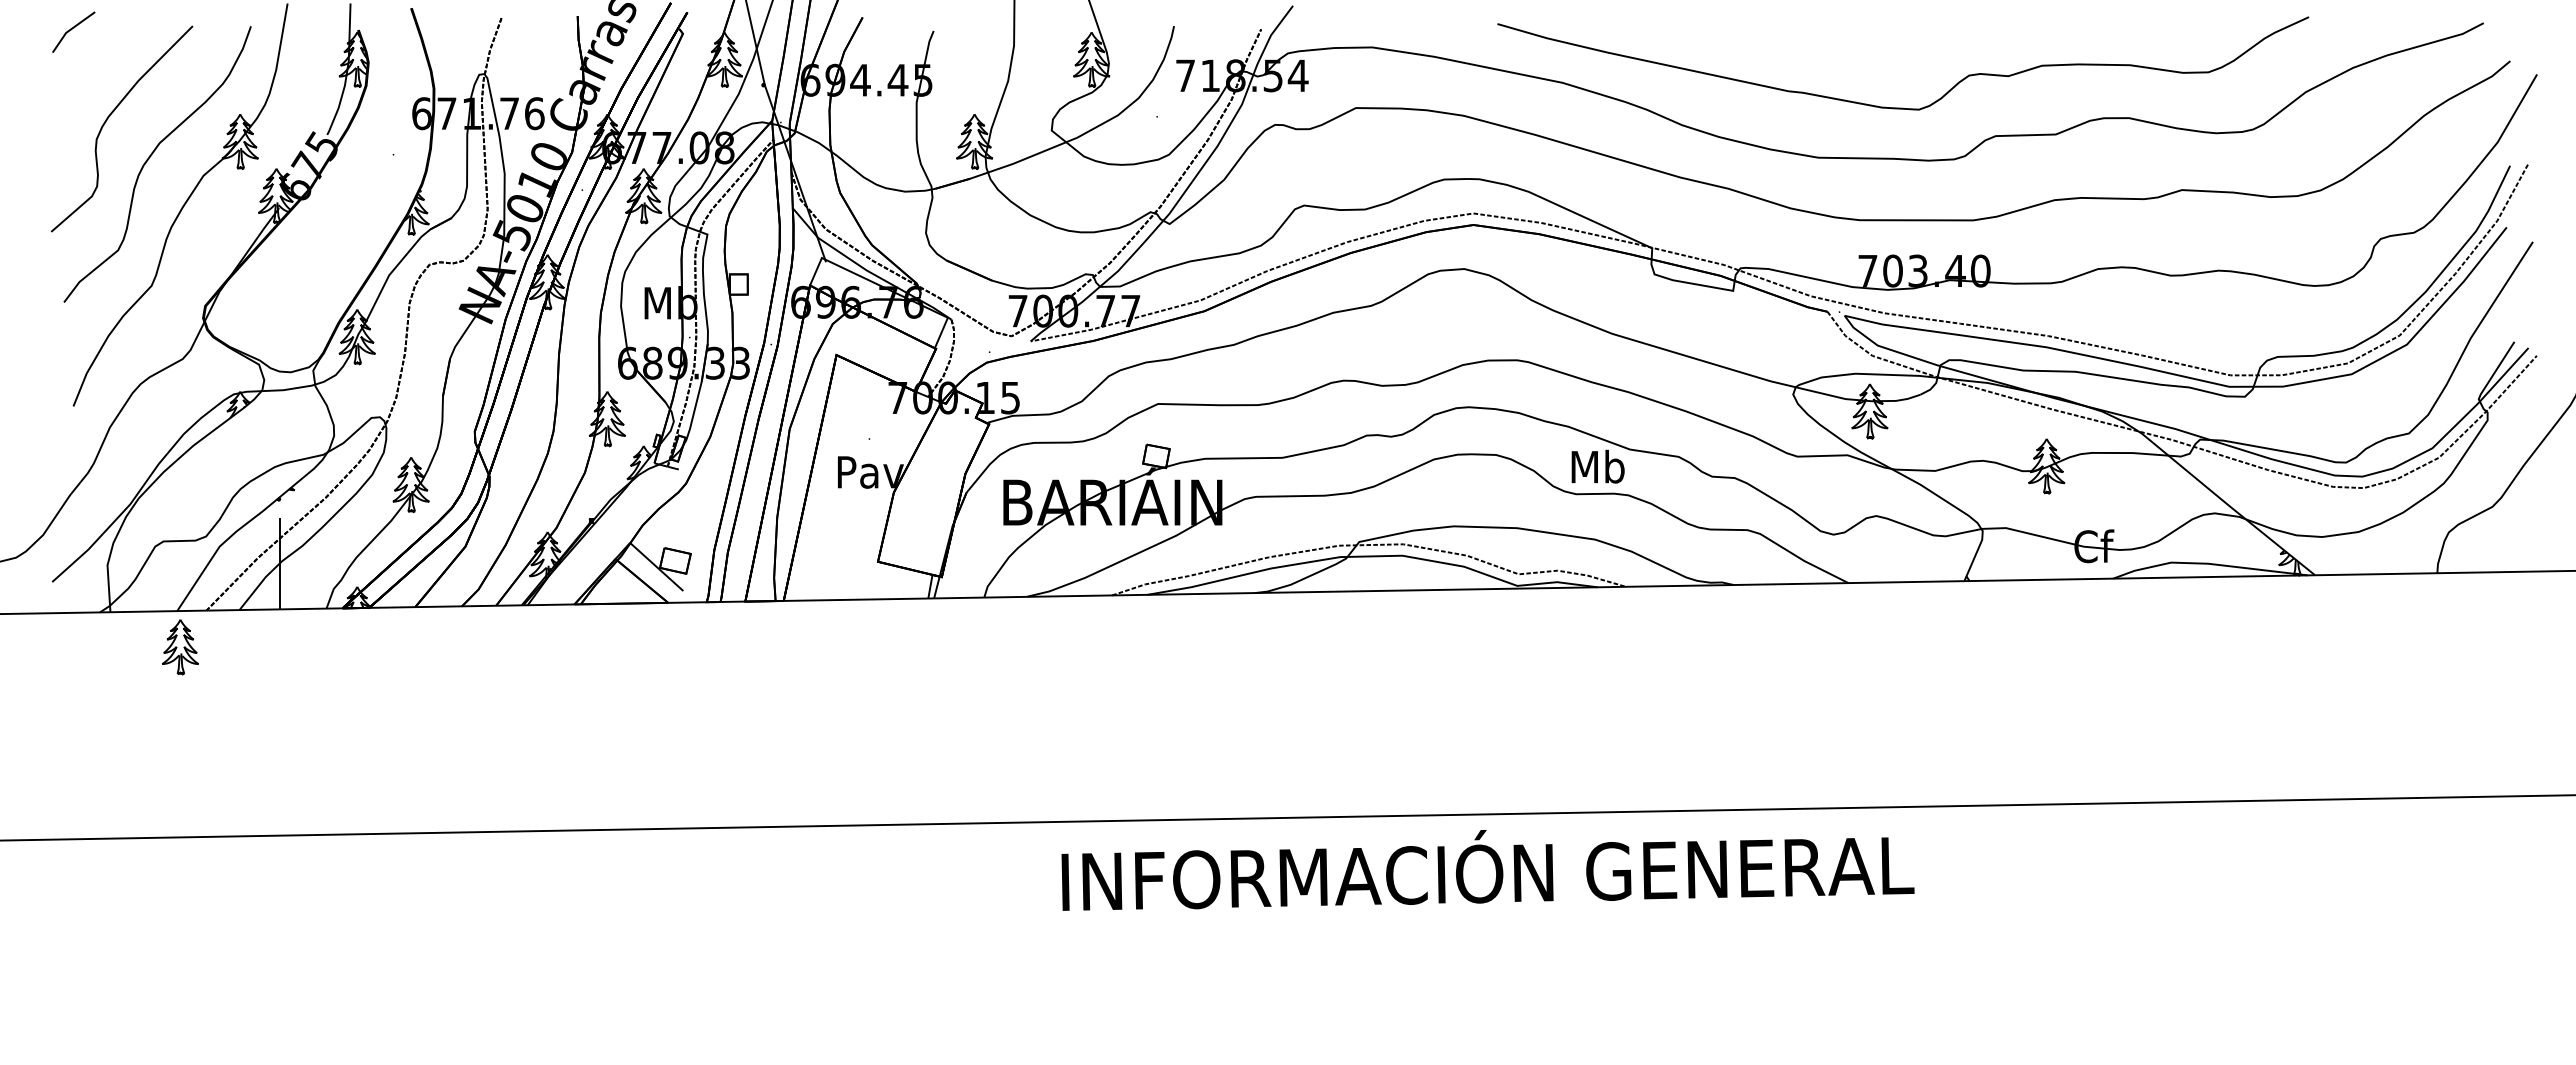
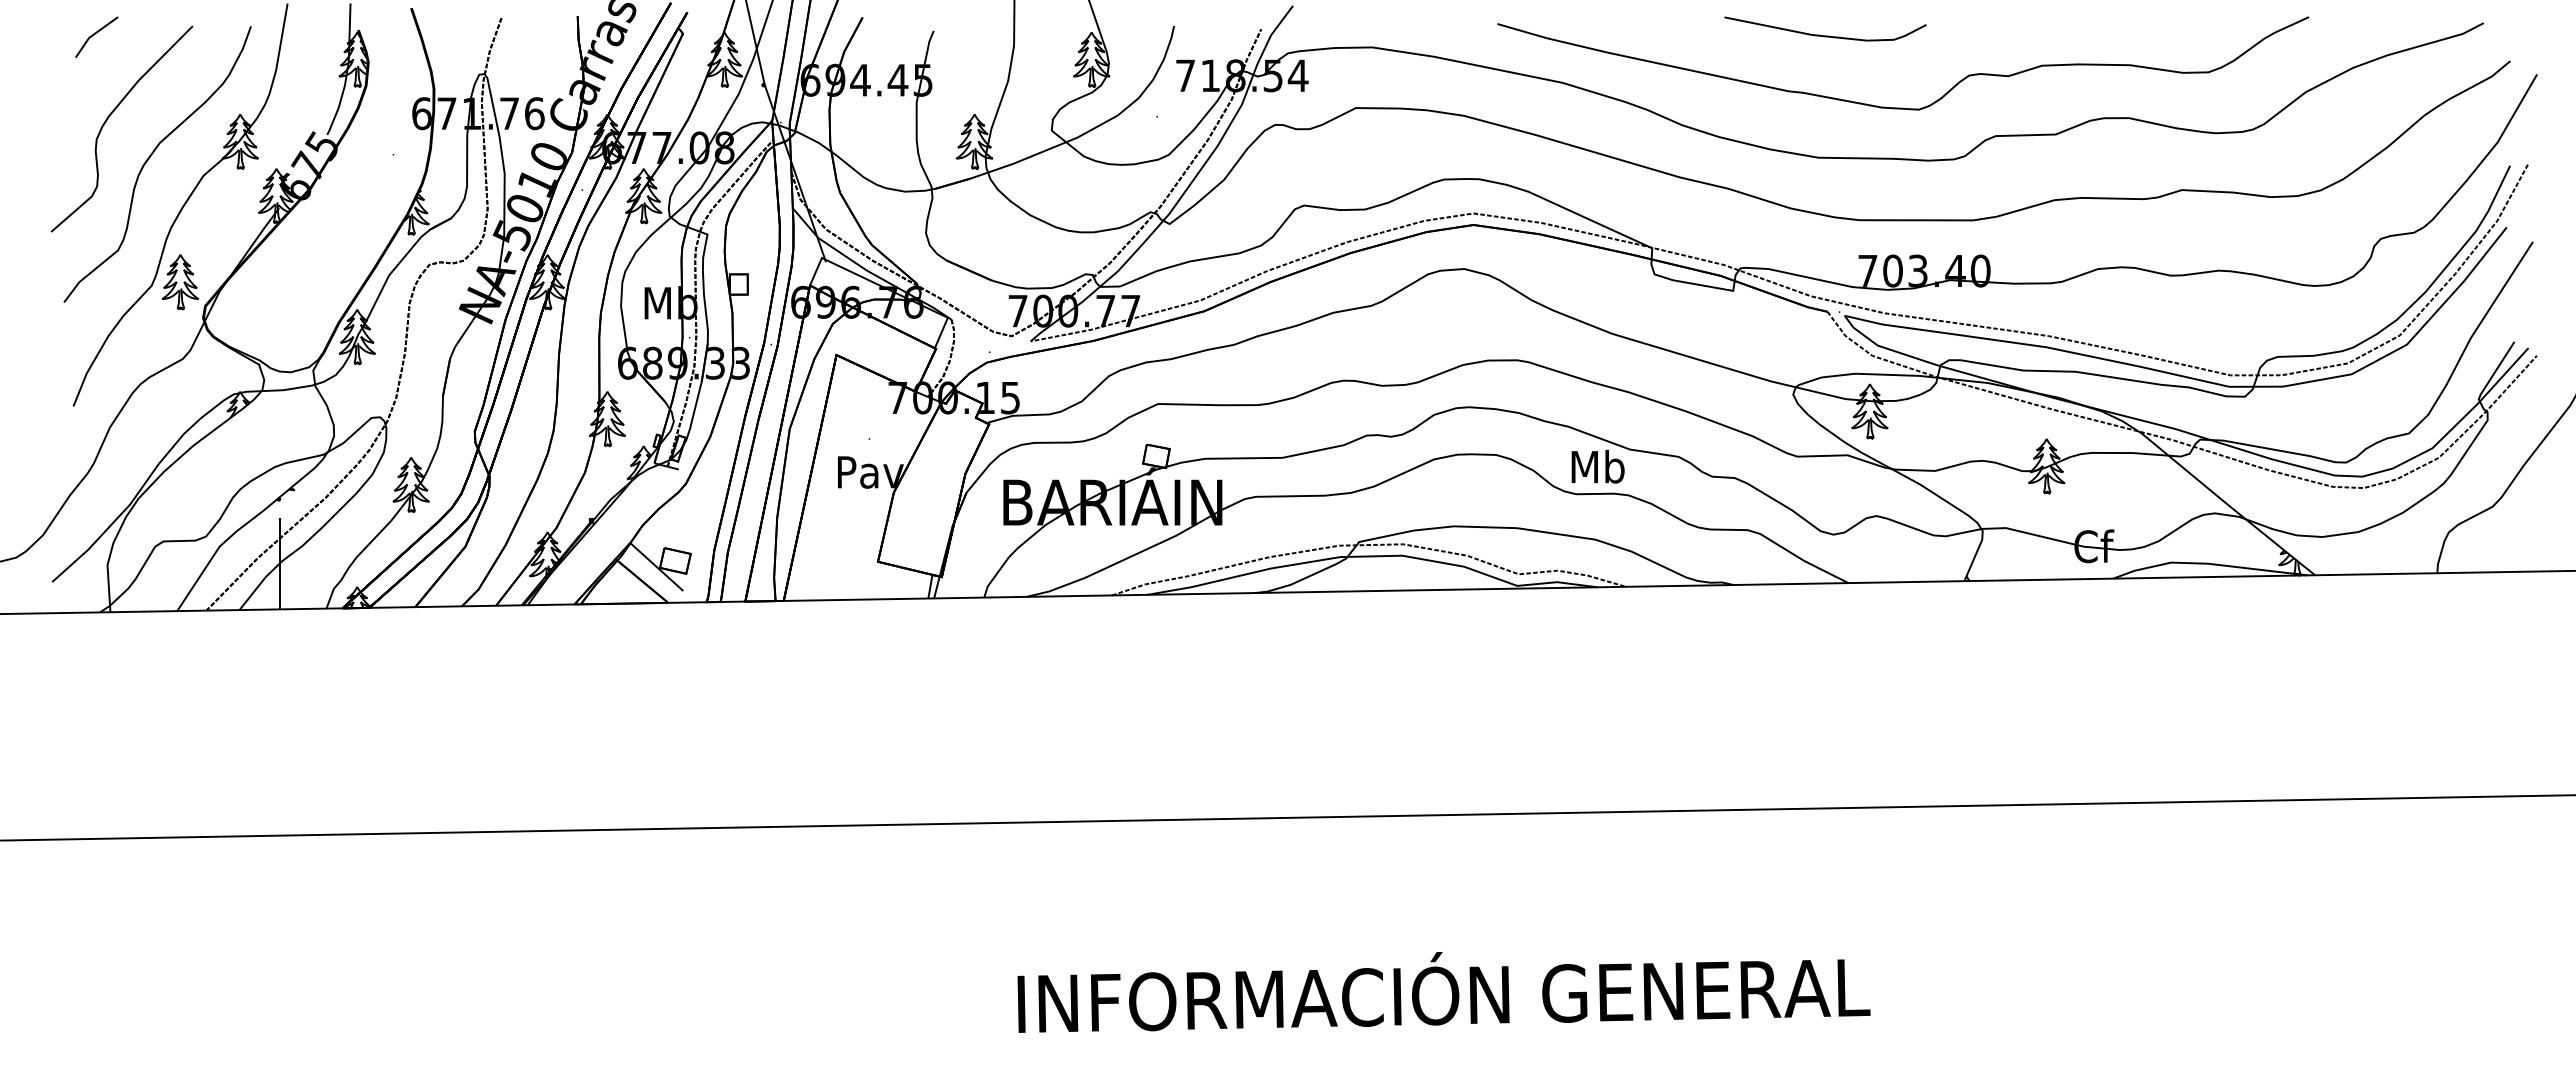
line at (72, 29) position: (72, 29) -> (95, 34)
curve at (1825, 35): none -> present
part at (180, 647) position: (180, 647) -> (180, 282)
text at (1487, 870) position: (1487, 870) -> (1443, 992)
